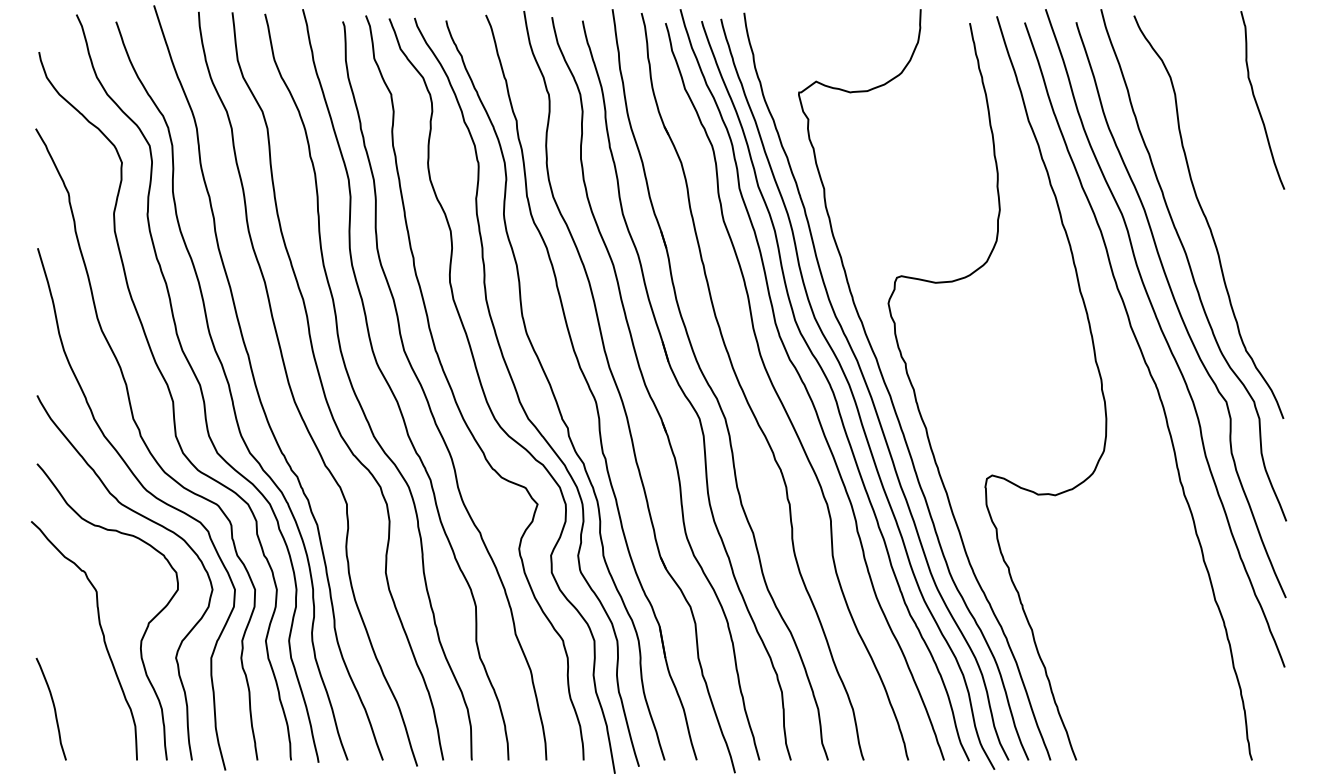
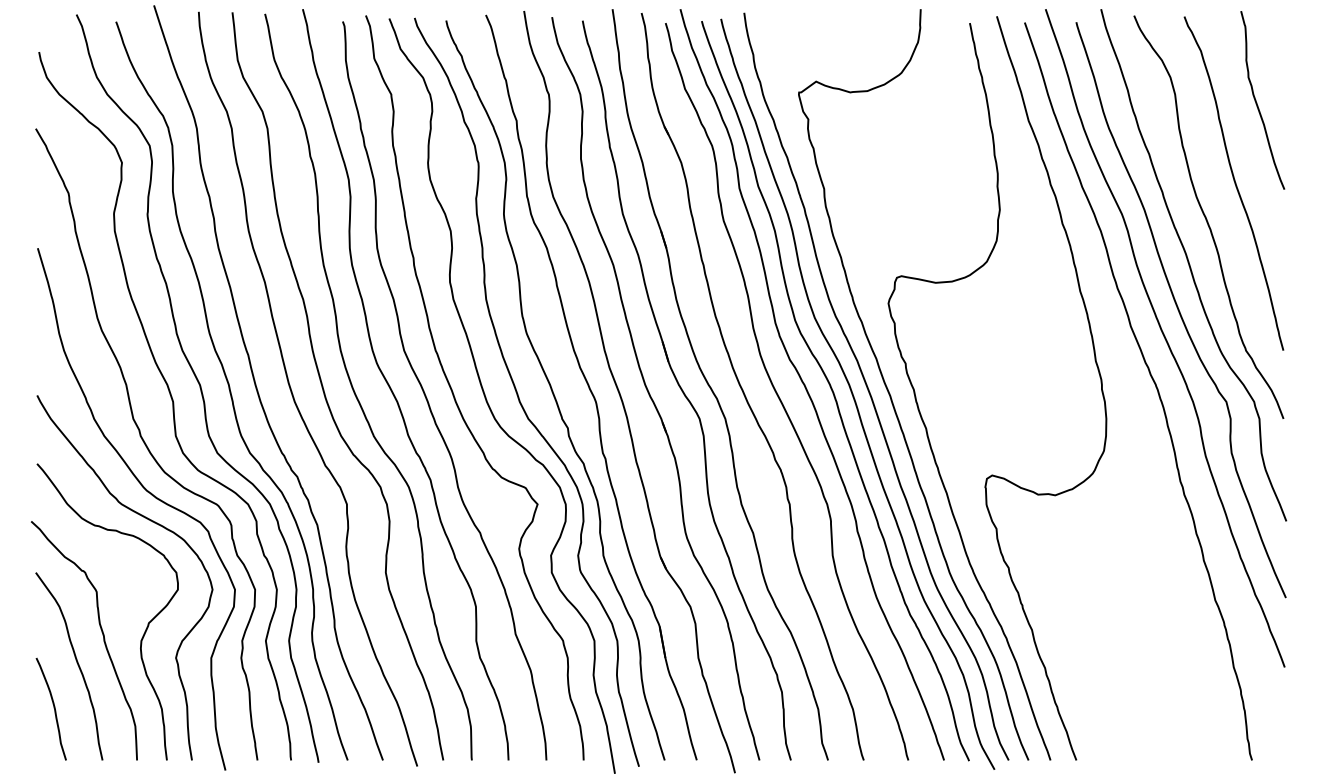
curve at (1234, 183): none -> present
curve at (76, 663): none -> present
